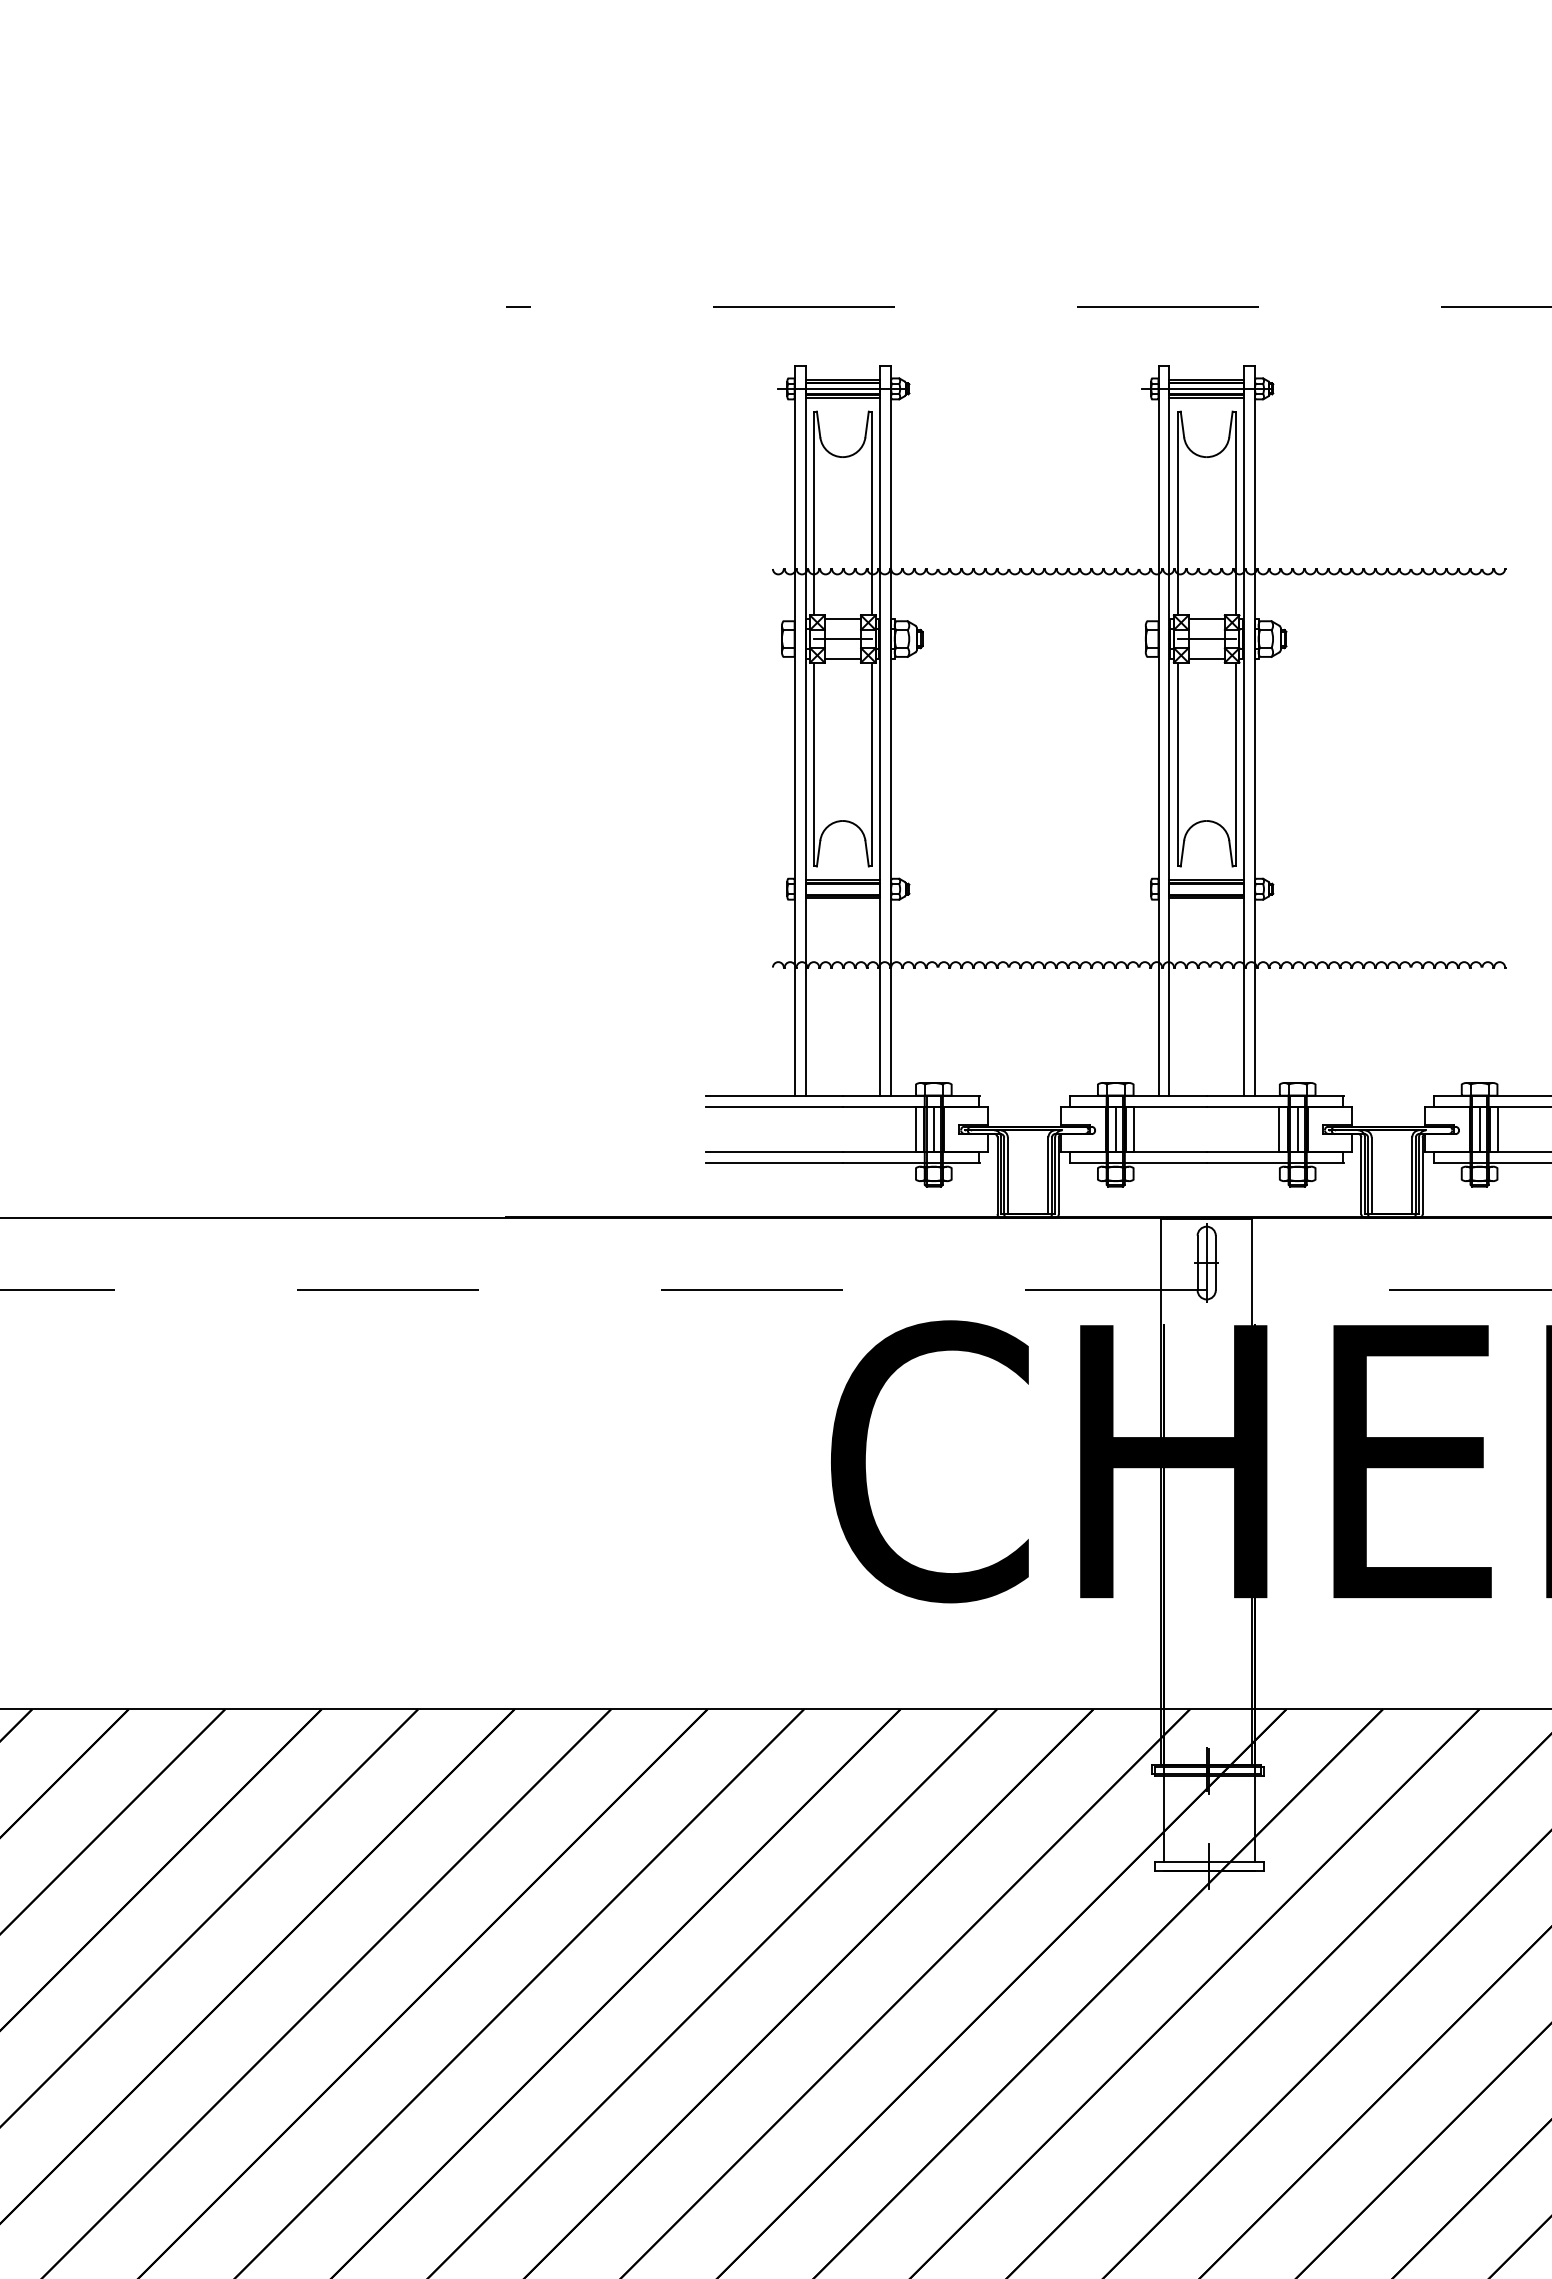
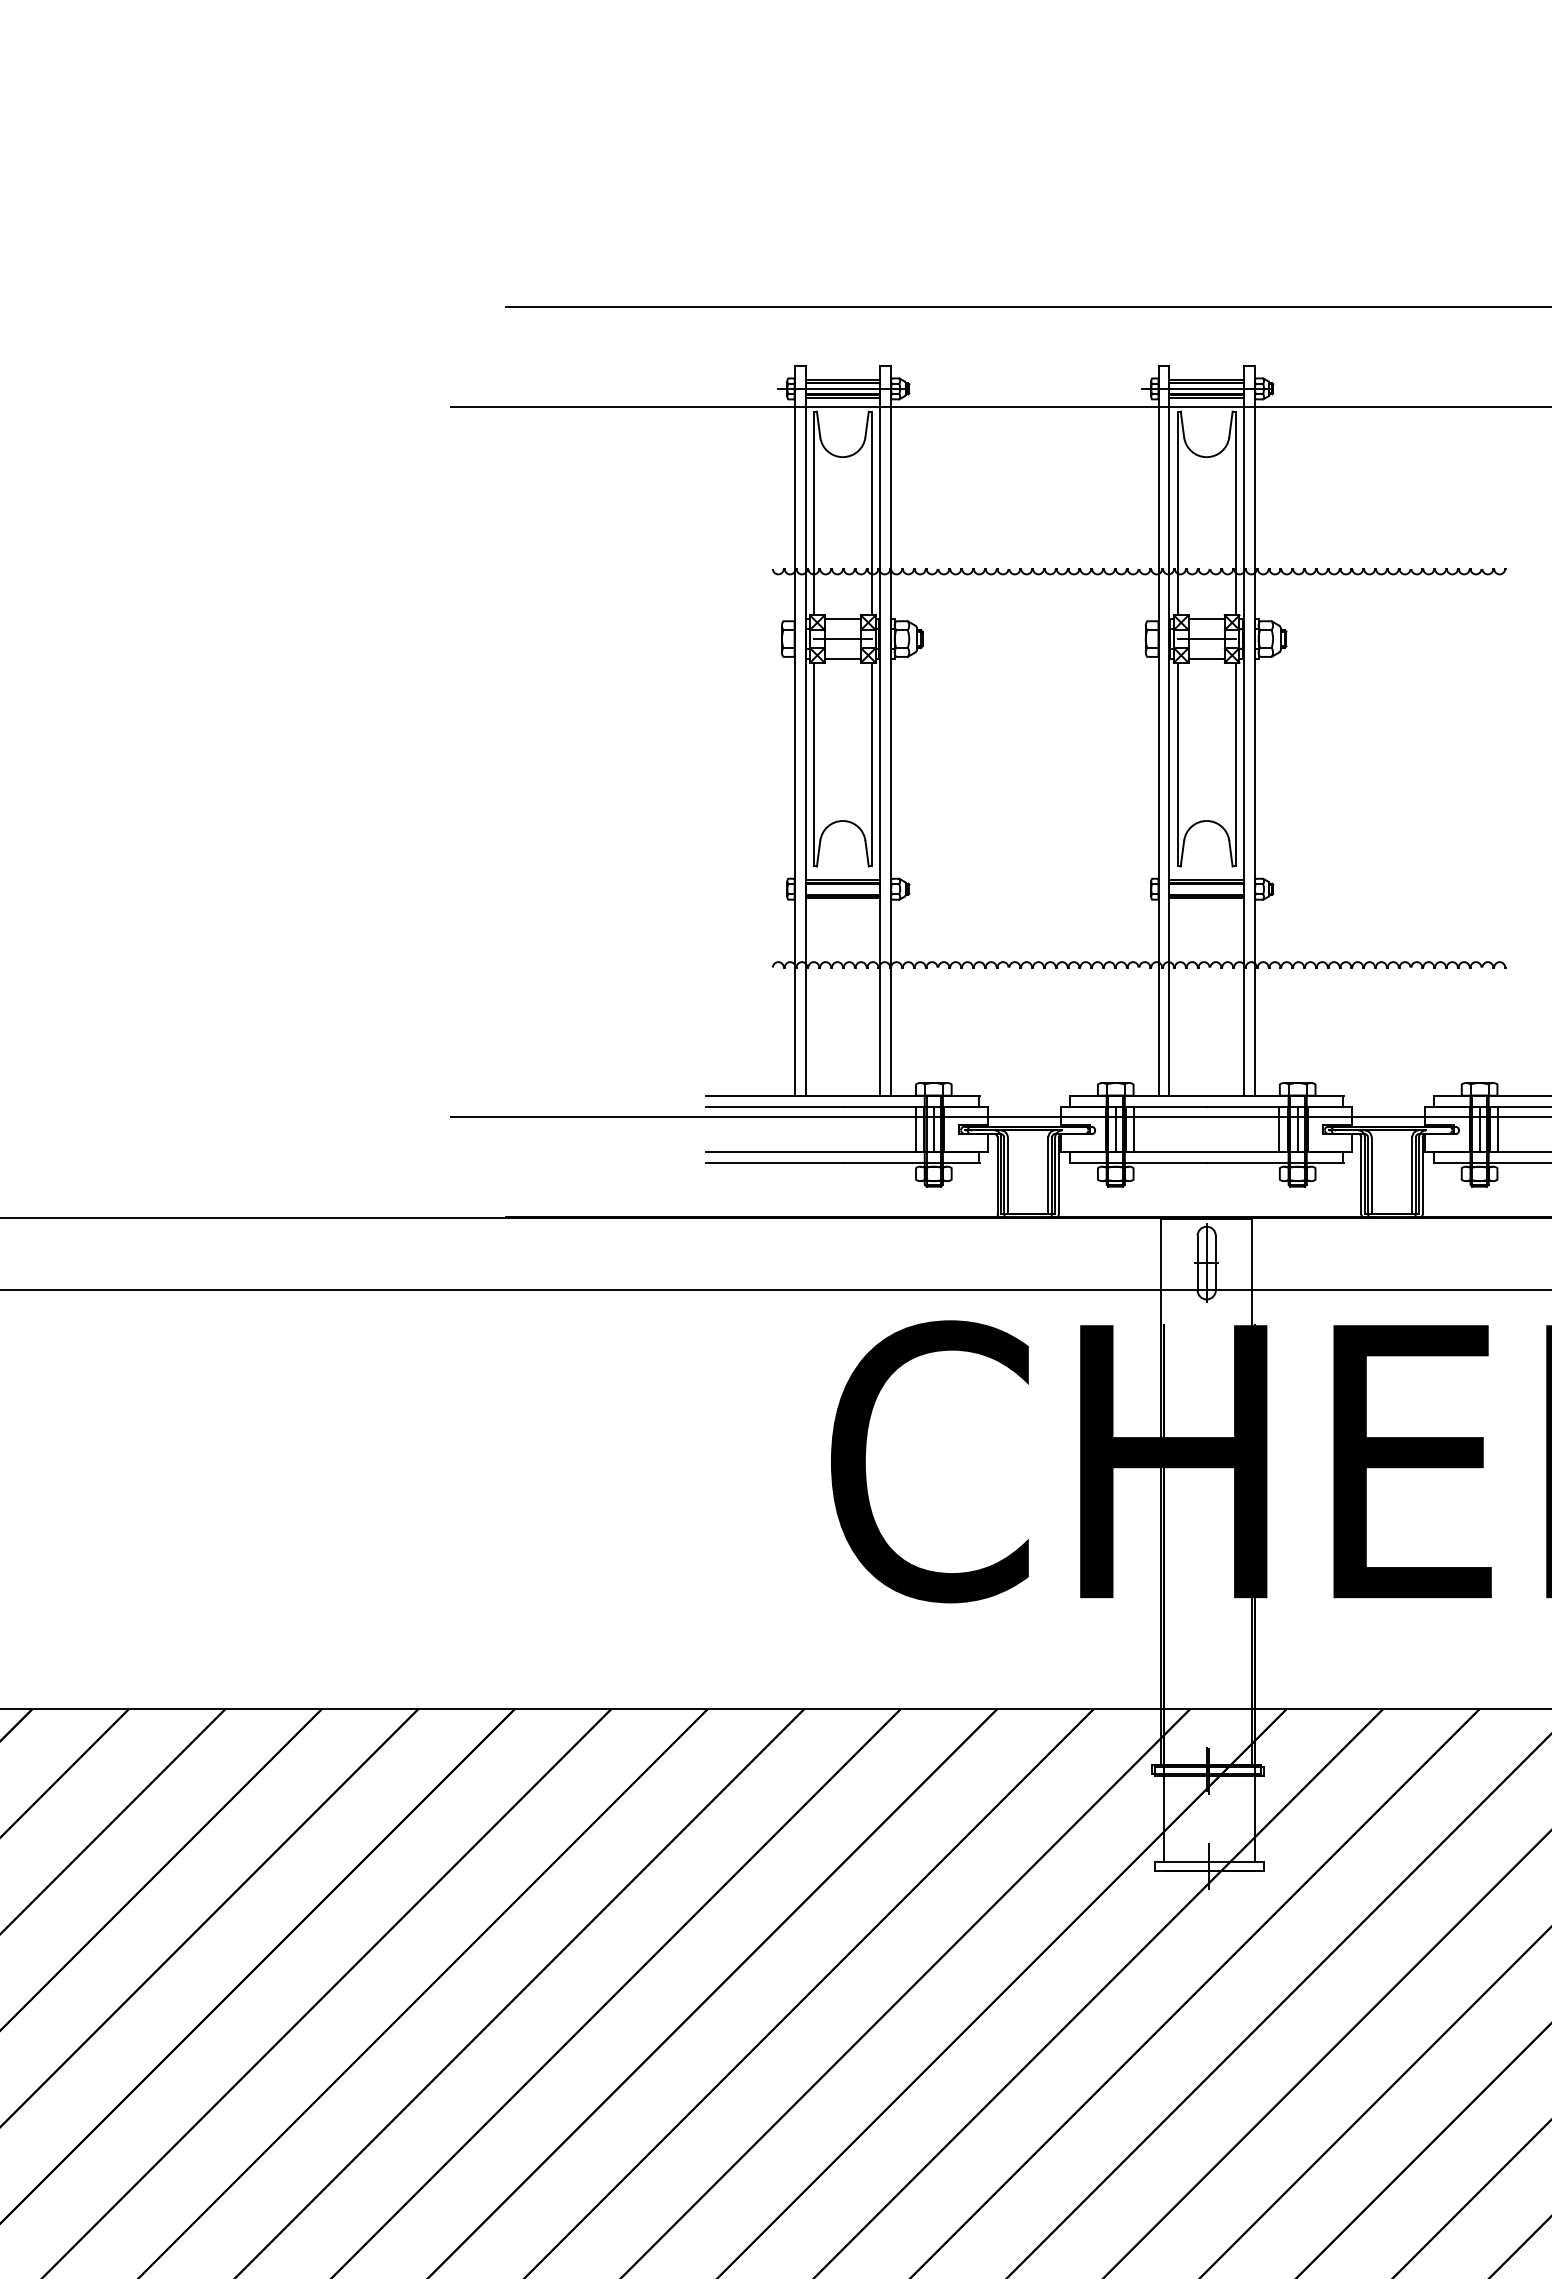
line at (1028, 307): dashed -> solid
line at (999, 407): none -> present
line at (999, 1116): none -> present
line at (776, 1290): dashed -> solid
